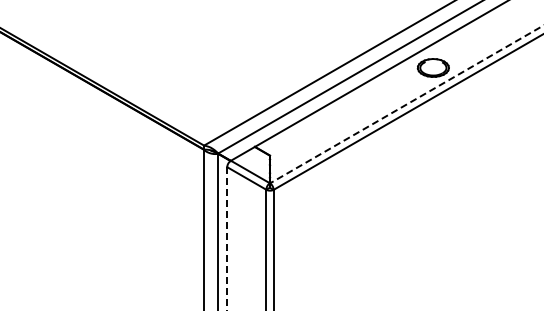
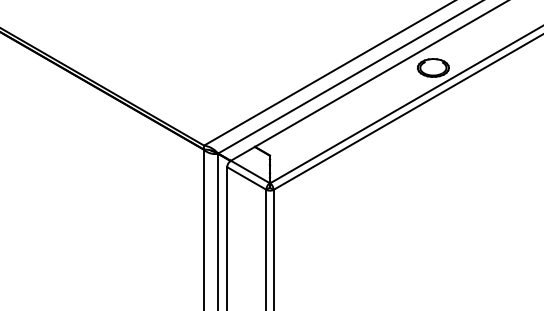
line at (406, 104): dashed -> solid
line at (227, 239): dashed -> solid
